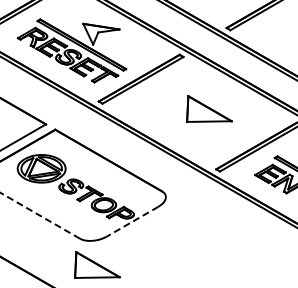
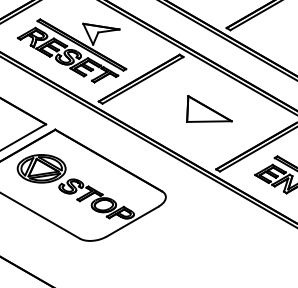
line at (40, 215): dashed -> solid
line at (132, 221): dashed -> solid
part at (97, 264): present -> none
